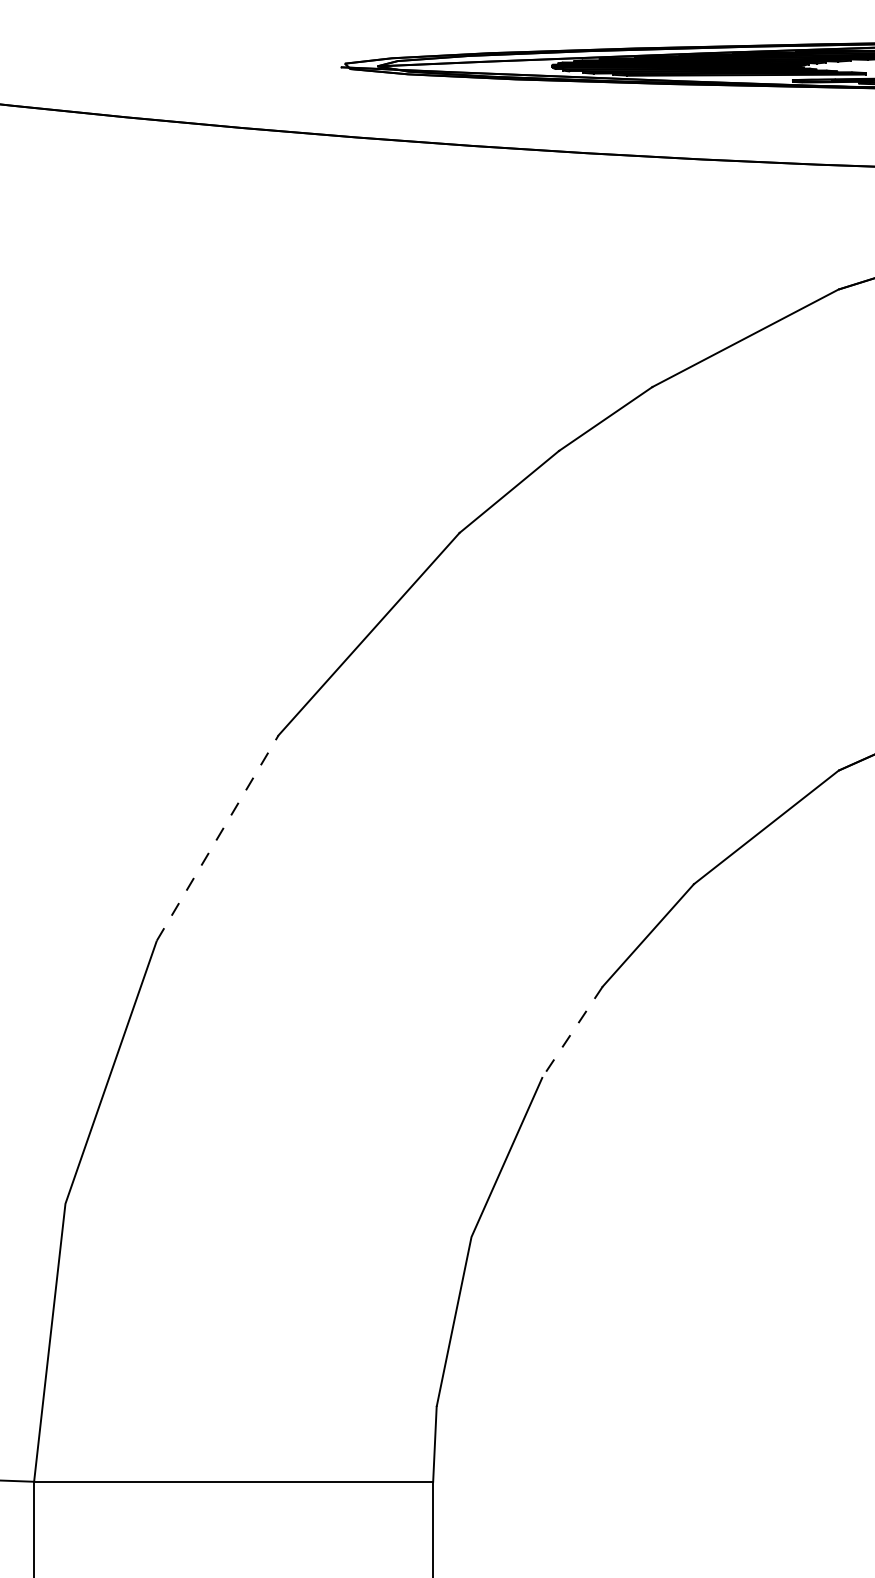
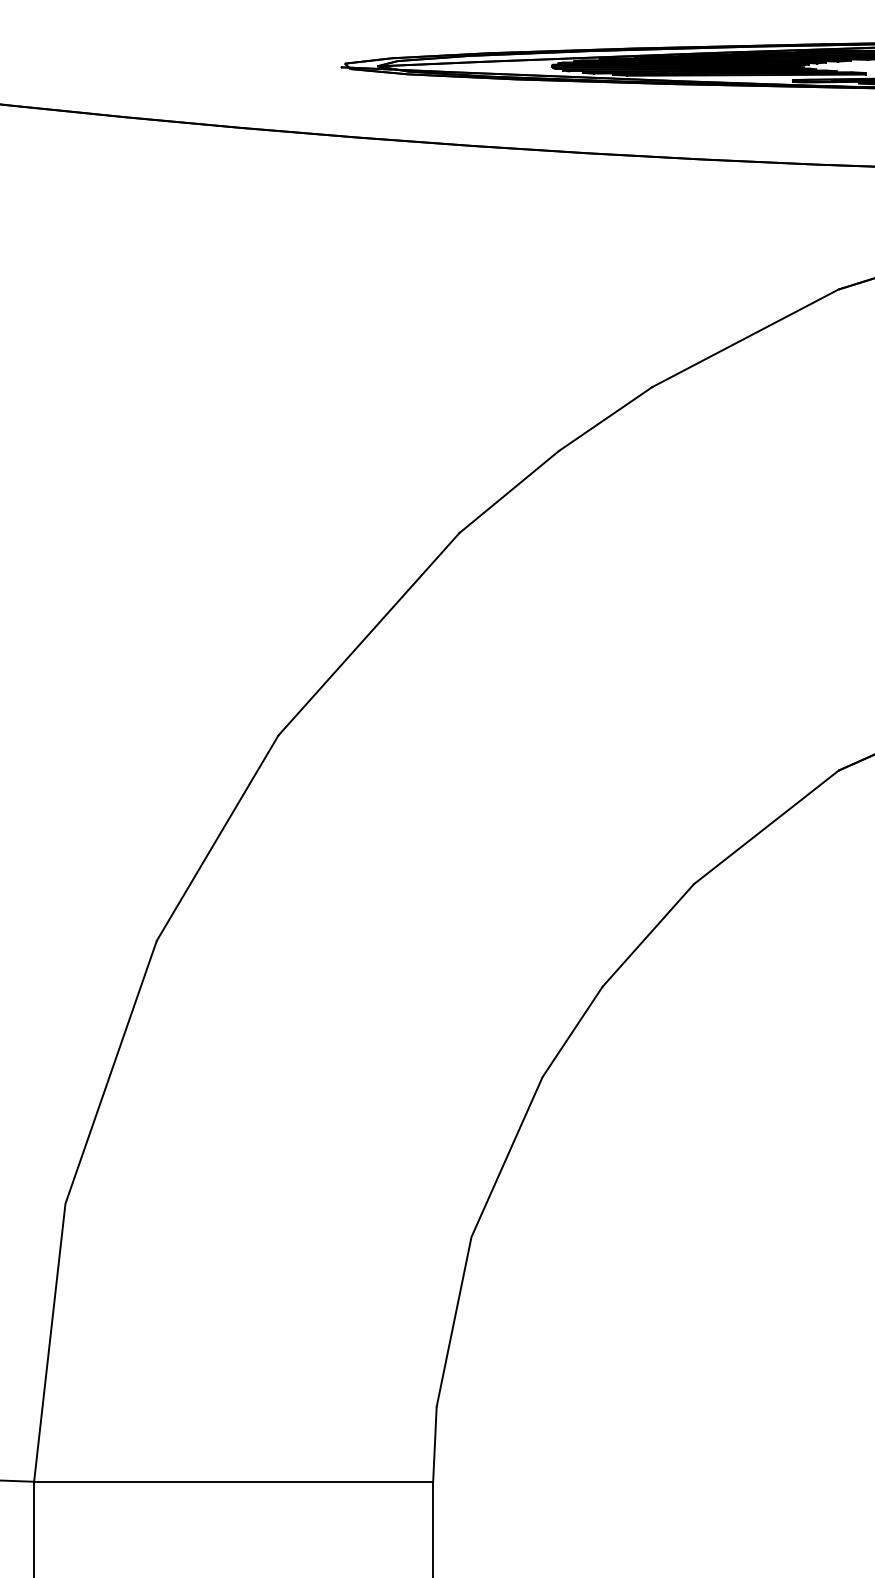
line at (217, 837): dashed -> solid
line at (572, 1032): dashed -> solid
